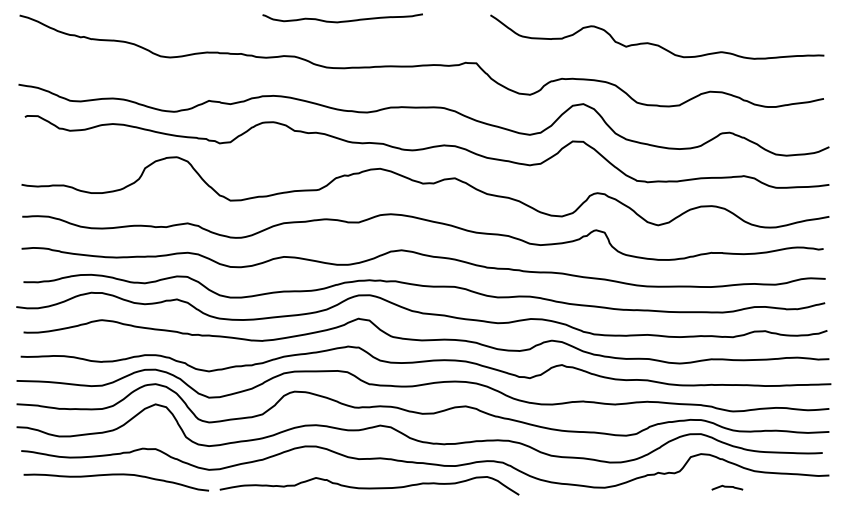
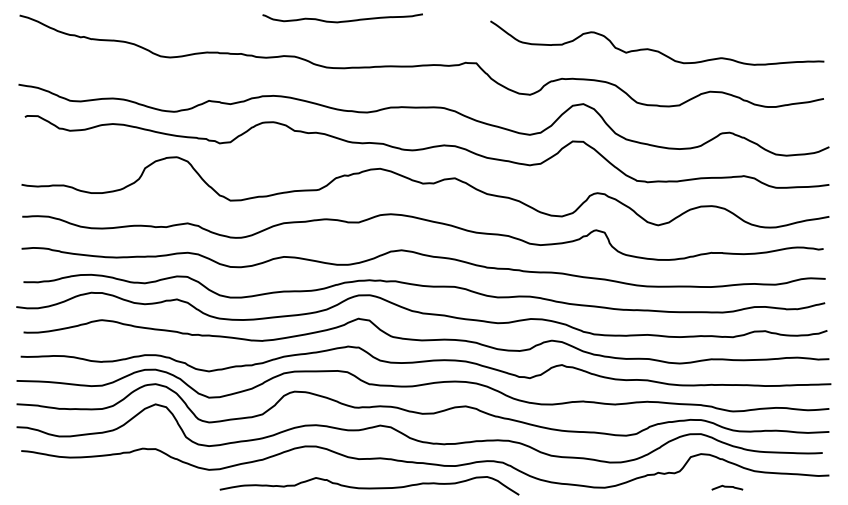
curve at (654, 43) position: (654, 43) -> (654, 49)
curve at (116, 475): present -> none
